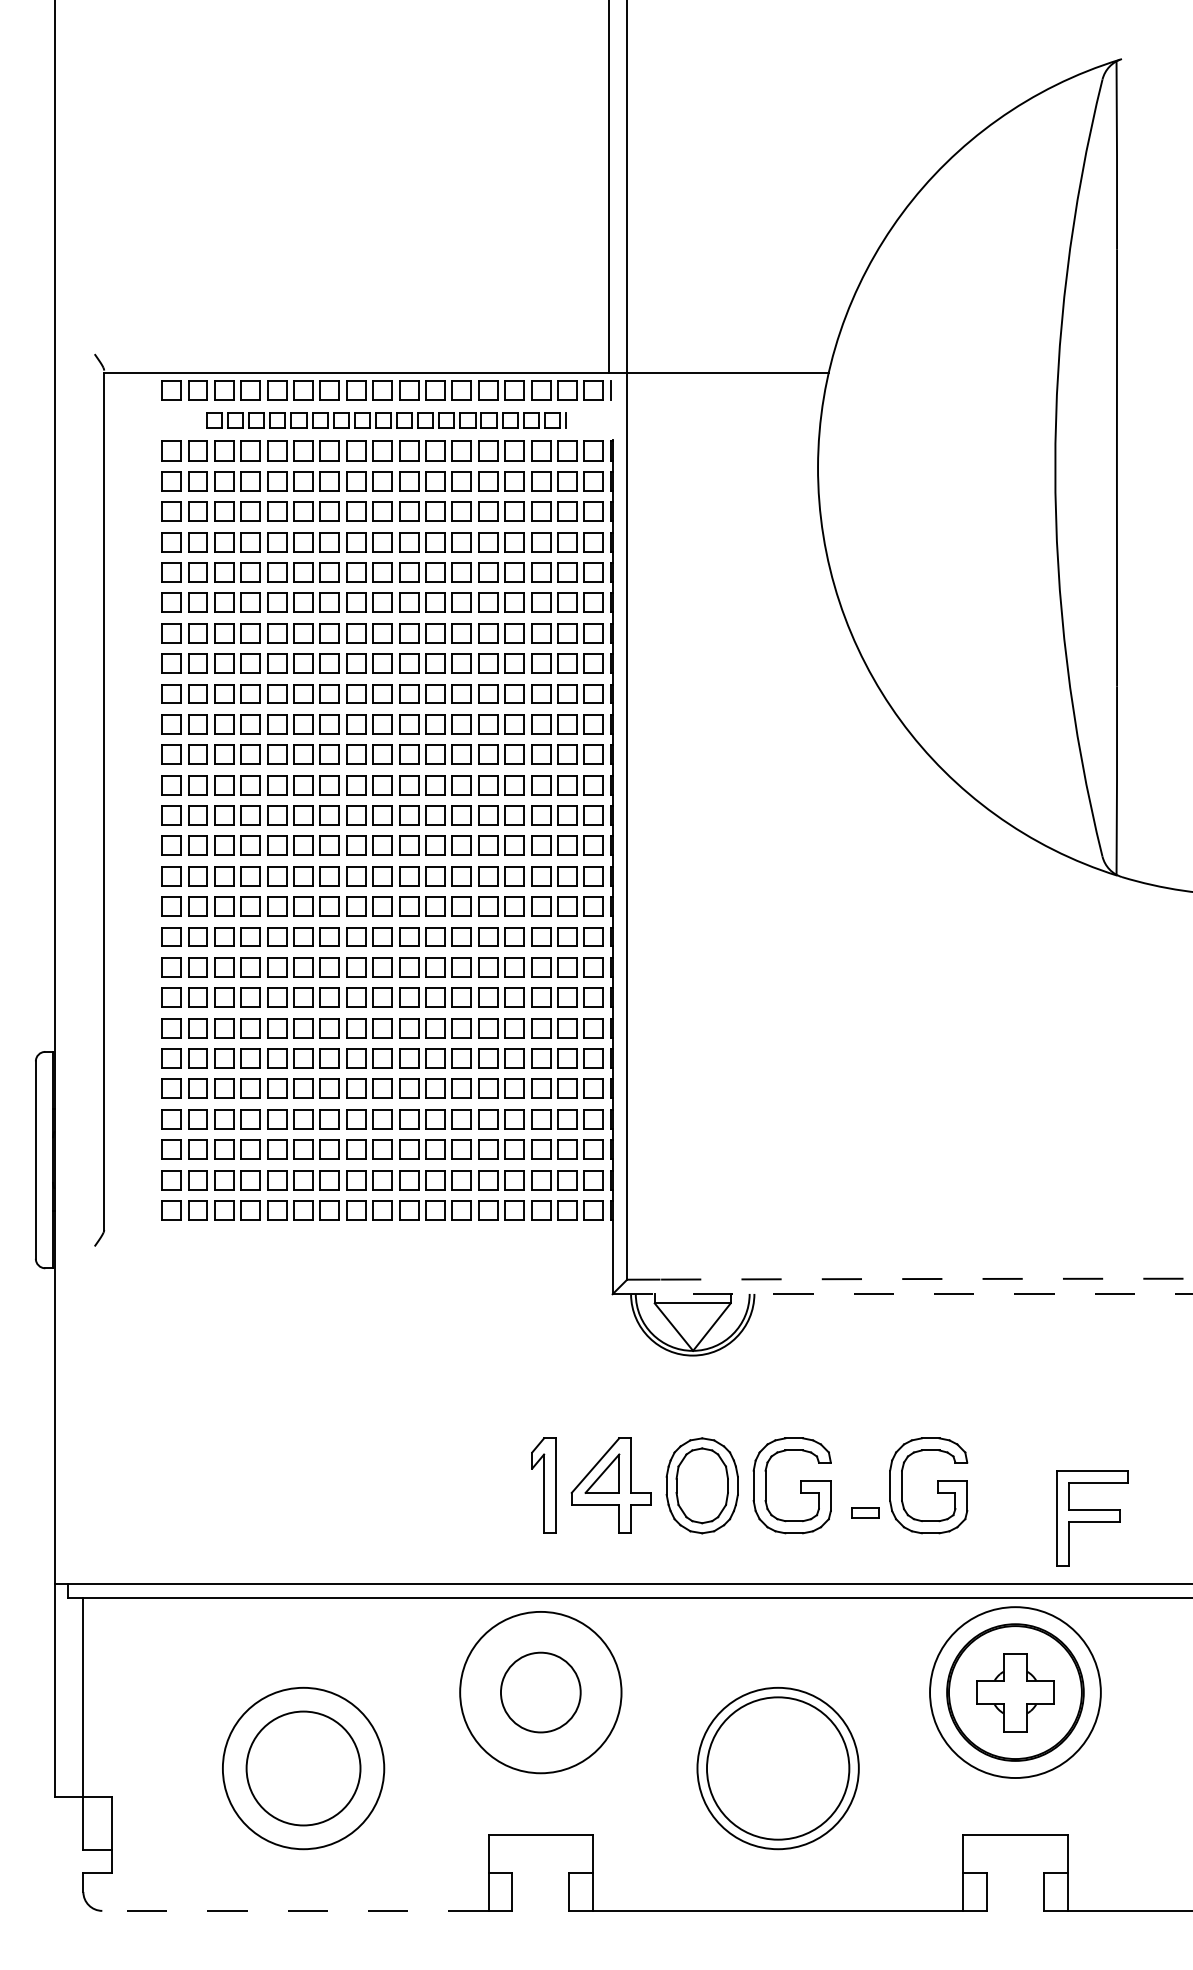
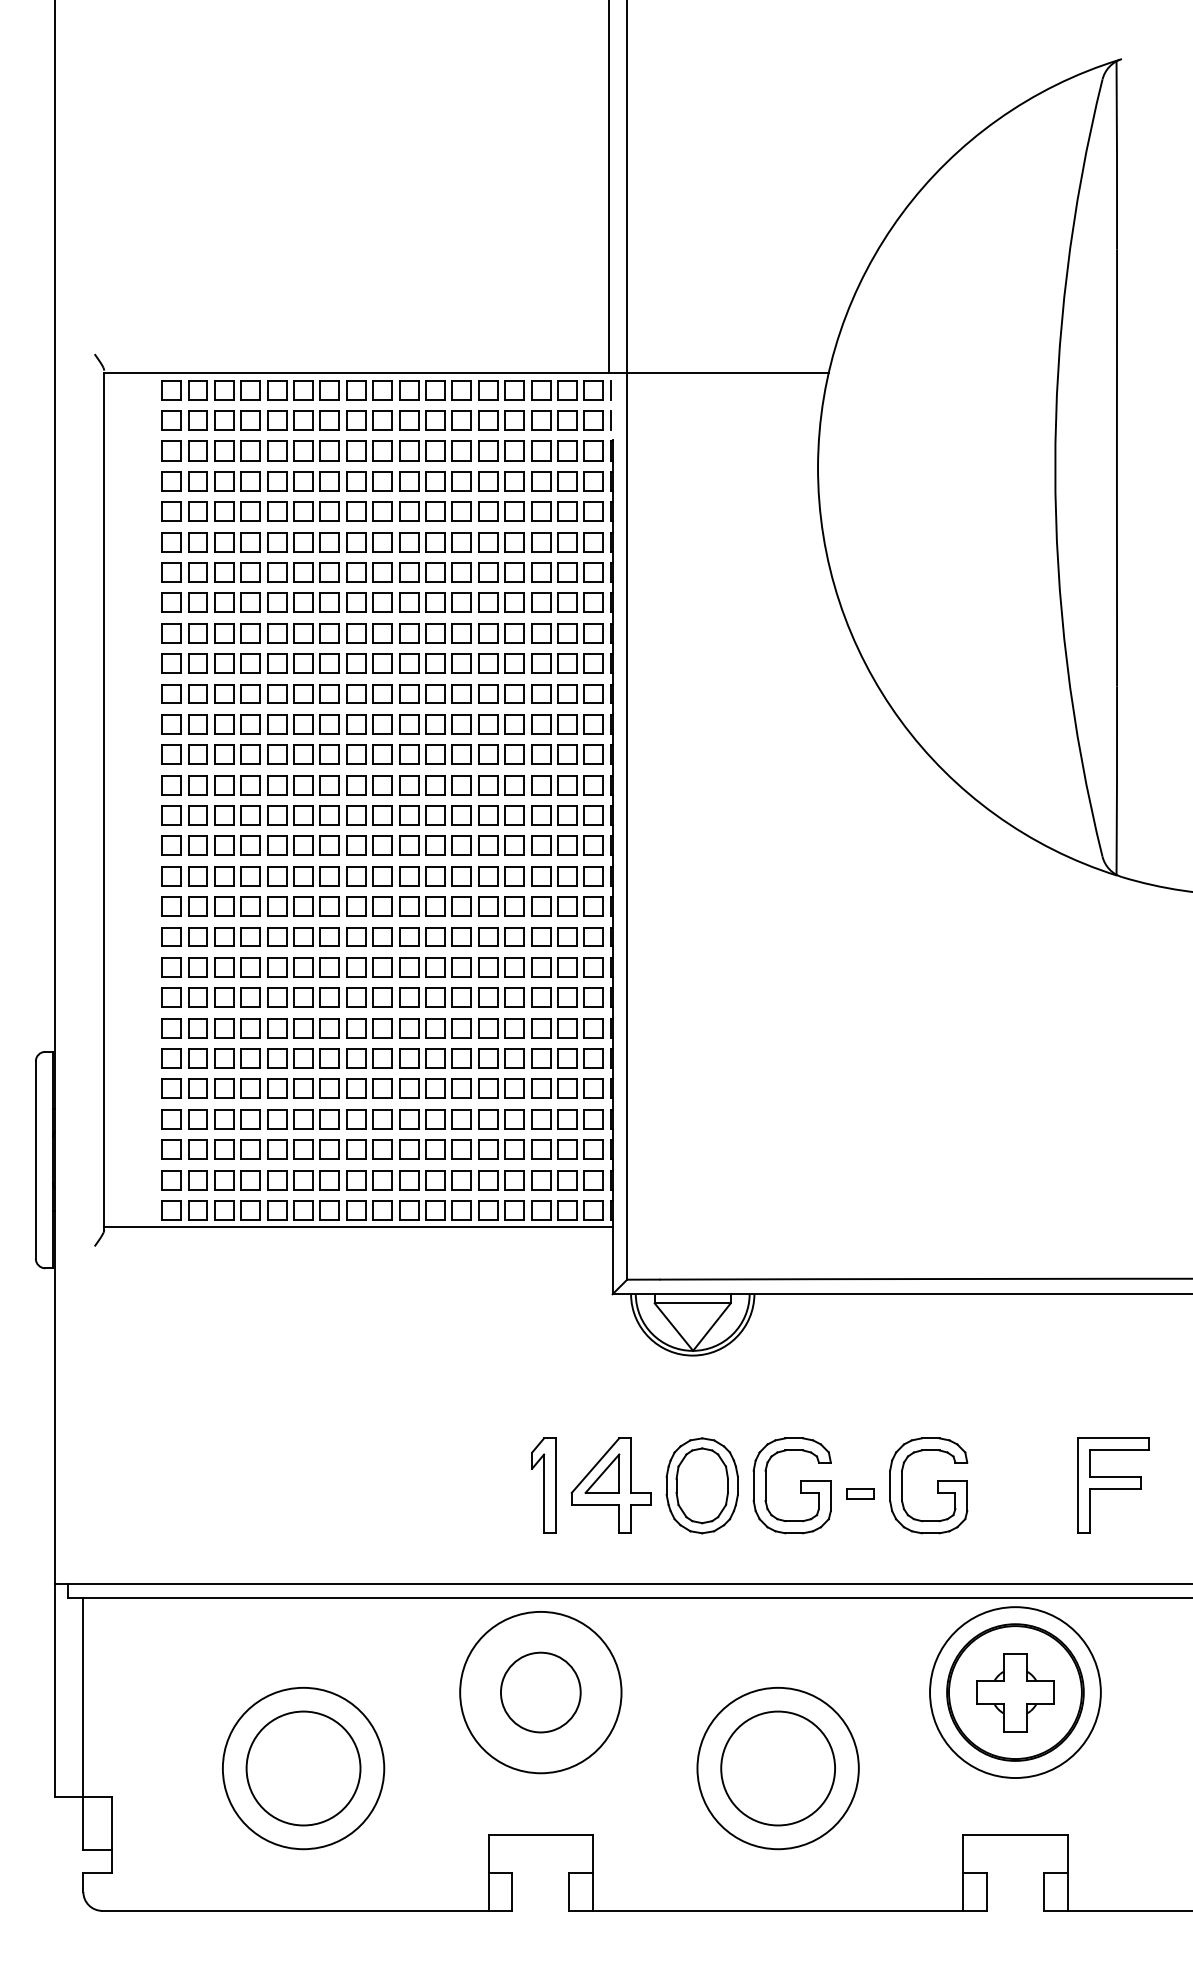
part at (386, 420) size: 361x17 px -> 451x21 px
line at (358, 1227): none -> present
arc at (926, 1279): dashed -> solid
line at (902, 1294): dashed -> solid
part at (865, 1512) position: (865, 1512) -> (860, 1493)
part at (1092, 1518) position: (1092, 1518) -> (1113, 1485)
circle at (777, 1768) diameter: 142 px -> 114 px
line at (294, 1910): dashed -> solid
